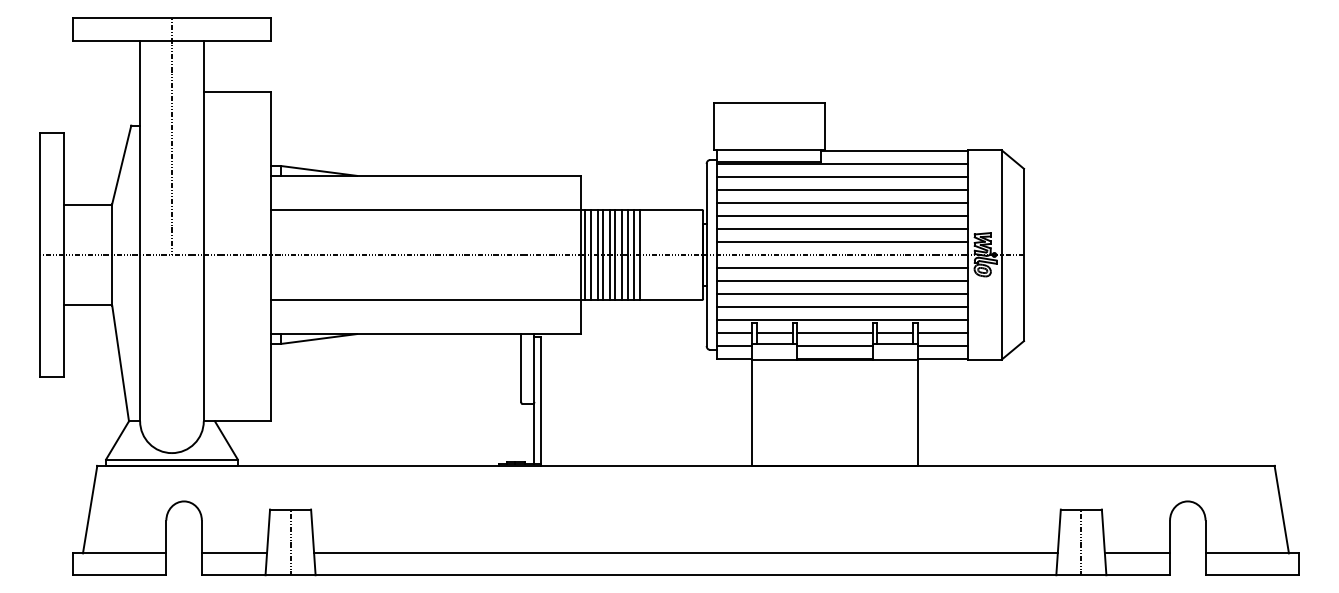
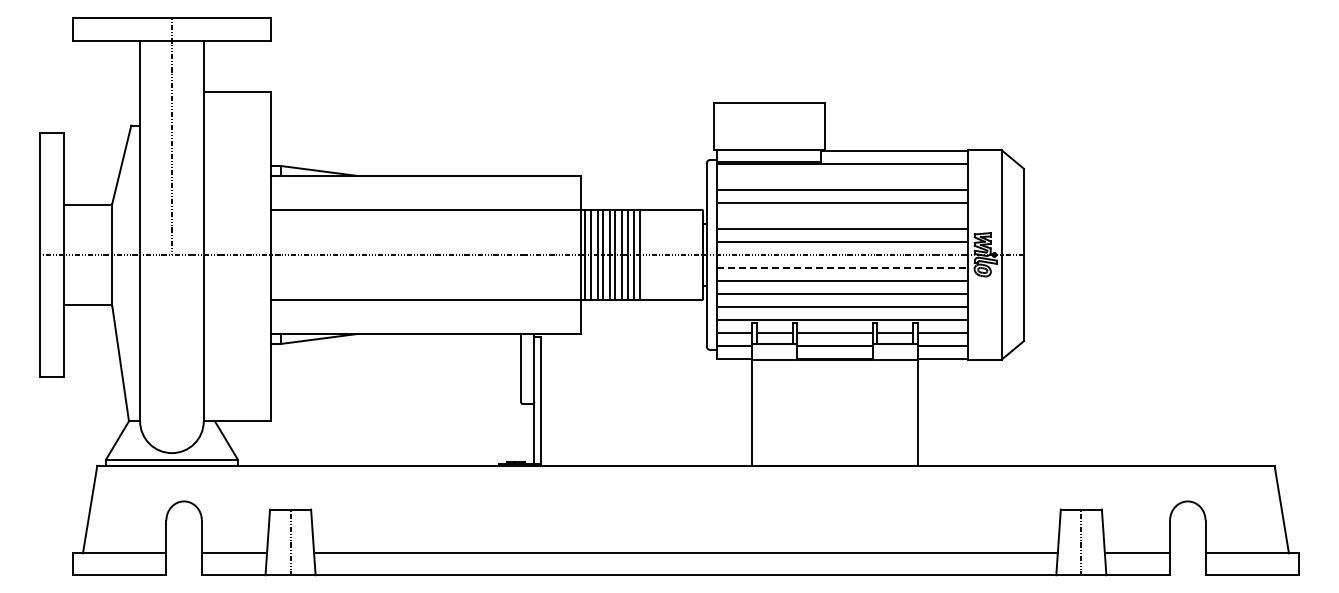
line at (842, 177): present -> none
line at (842, 216): present -> none
line at (843, 267): solid -> dashed
